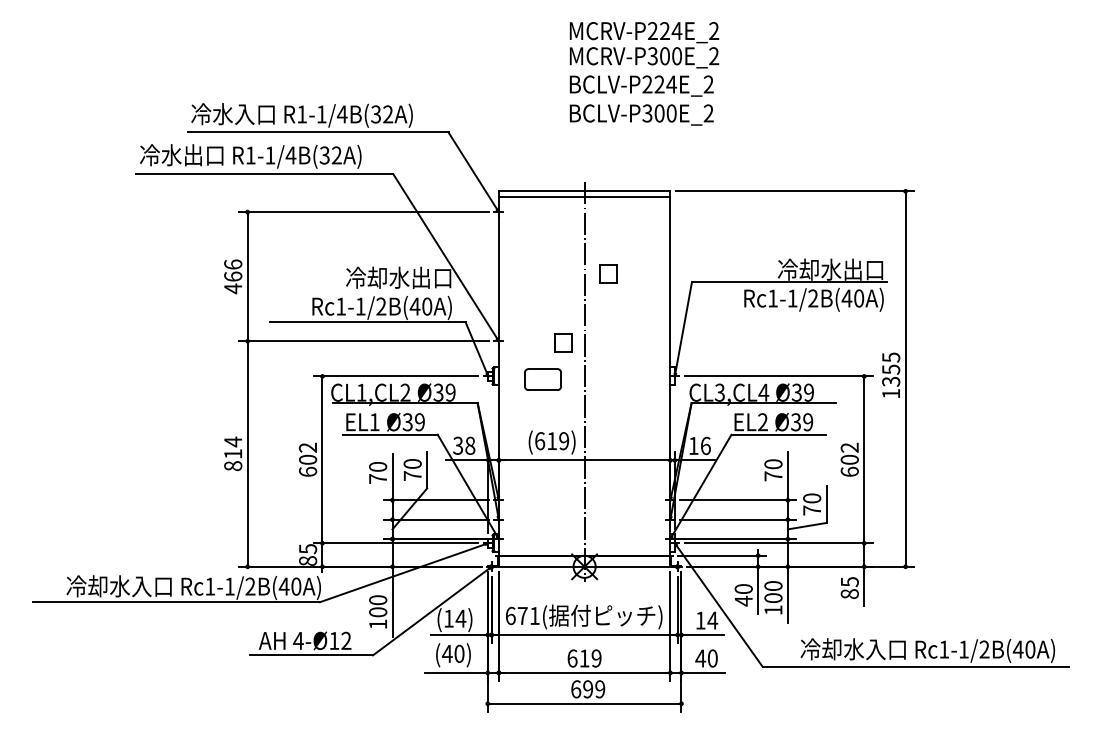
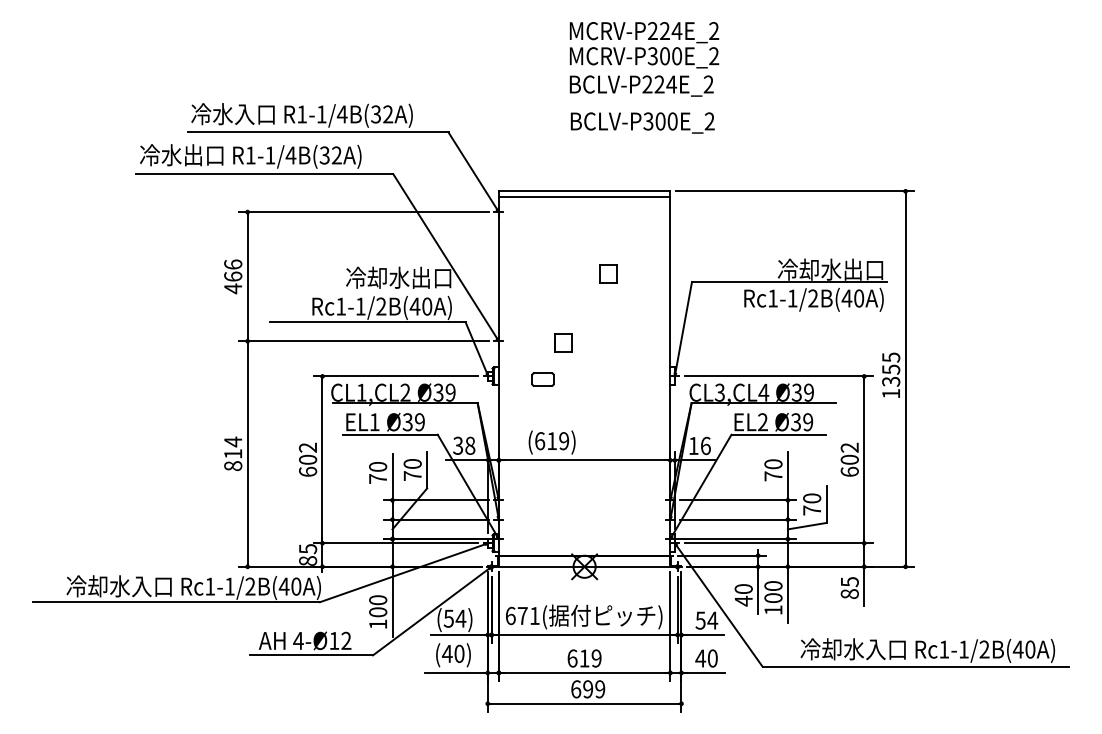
text at (641, 114) position: (641, 114) -> (642, 122)
part at (542, 379) size: 38x23 px -> 24x15 px
line at (584, 381): present -> none
text at (448, 618): (14) -> (54)
text at (700, 620): 14 -> 54
